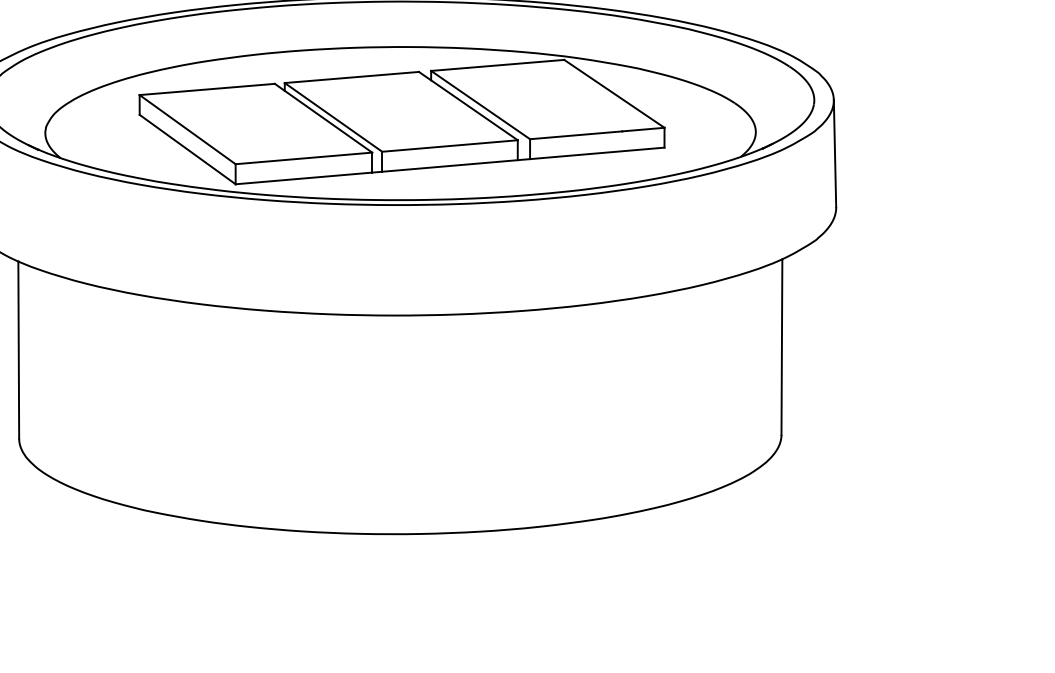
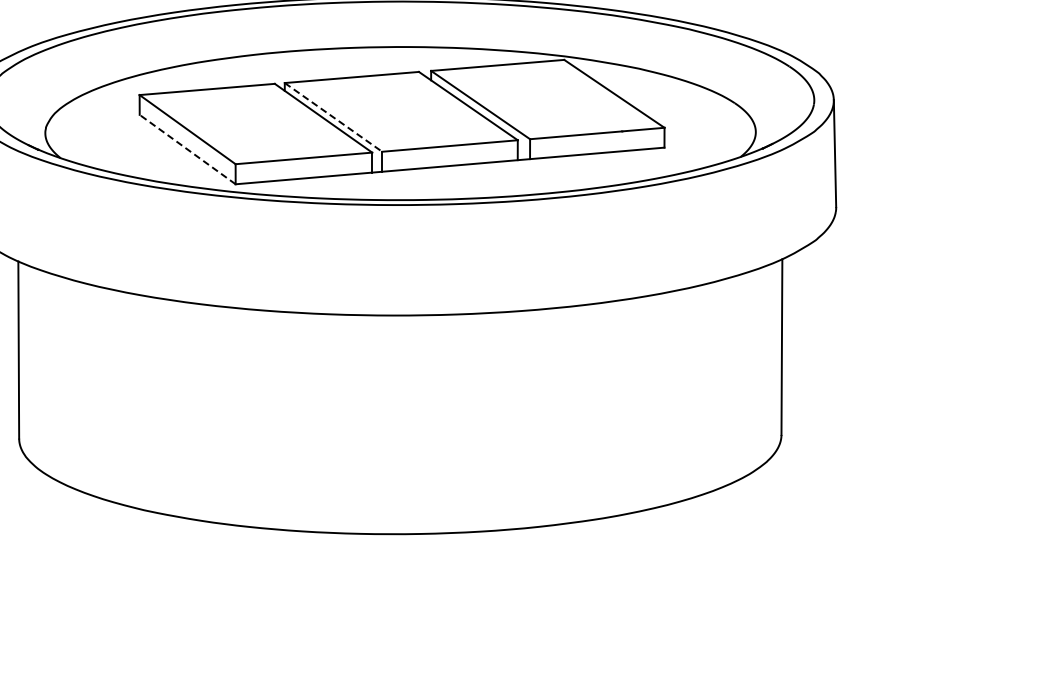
line at (333, 117): solid -> dashed
line at (187, 149): solid -> dashed
